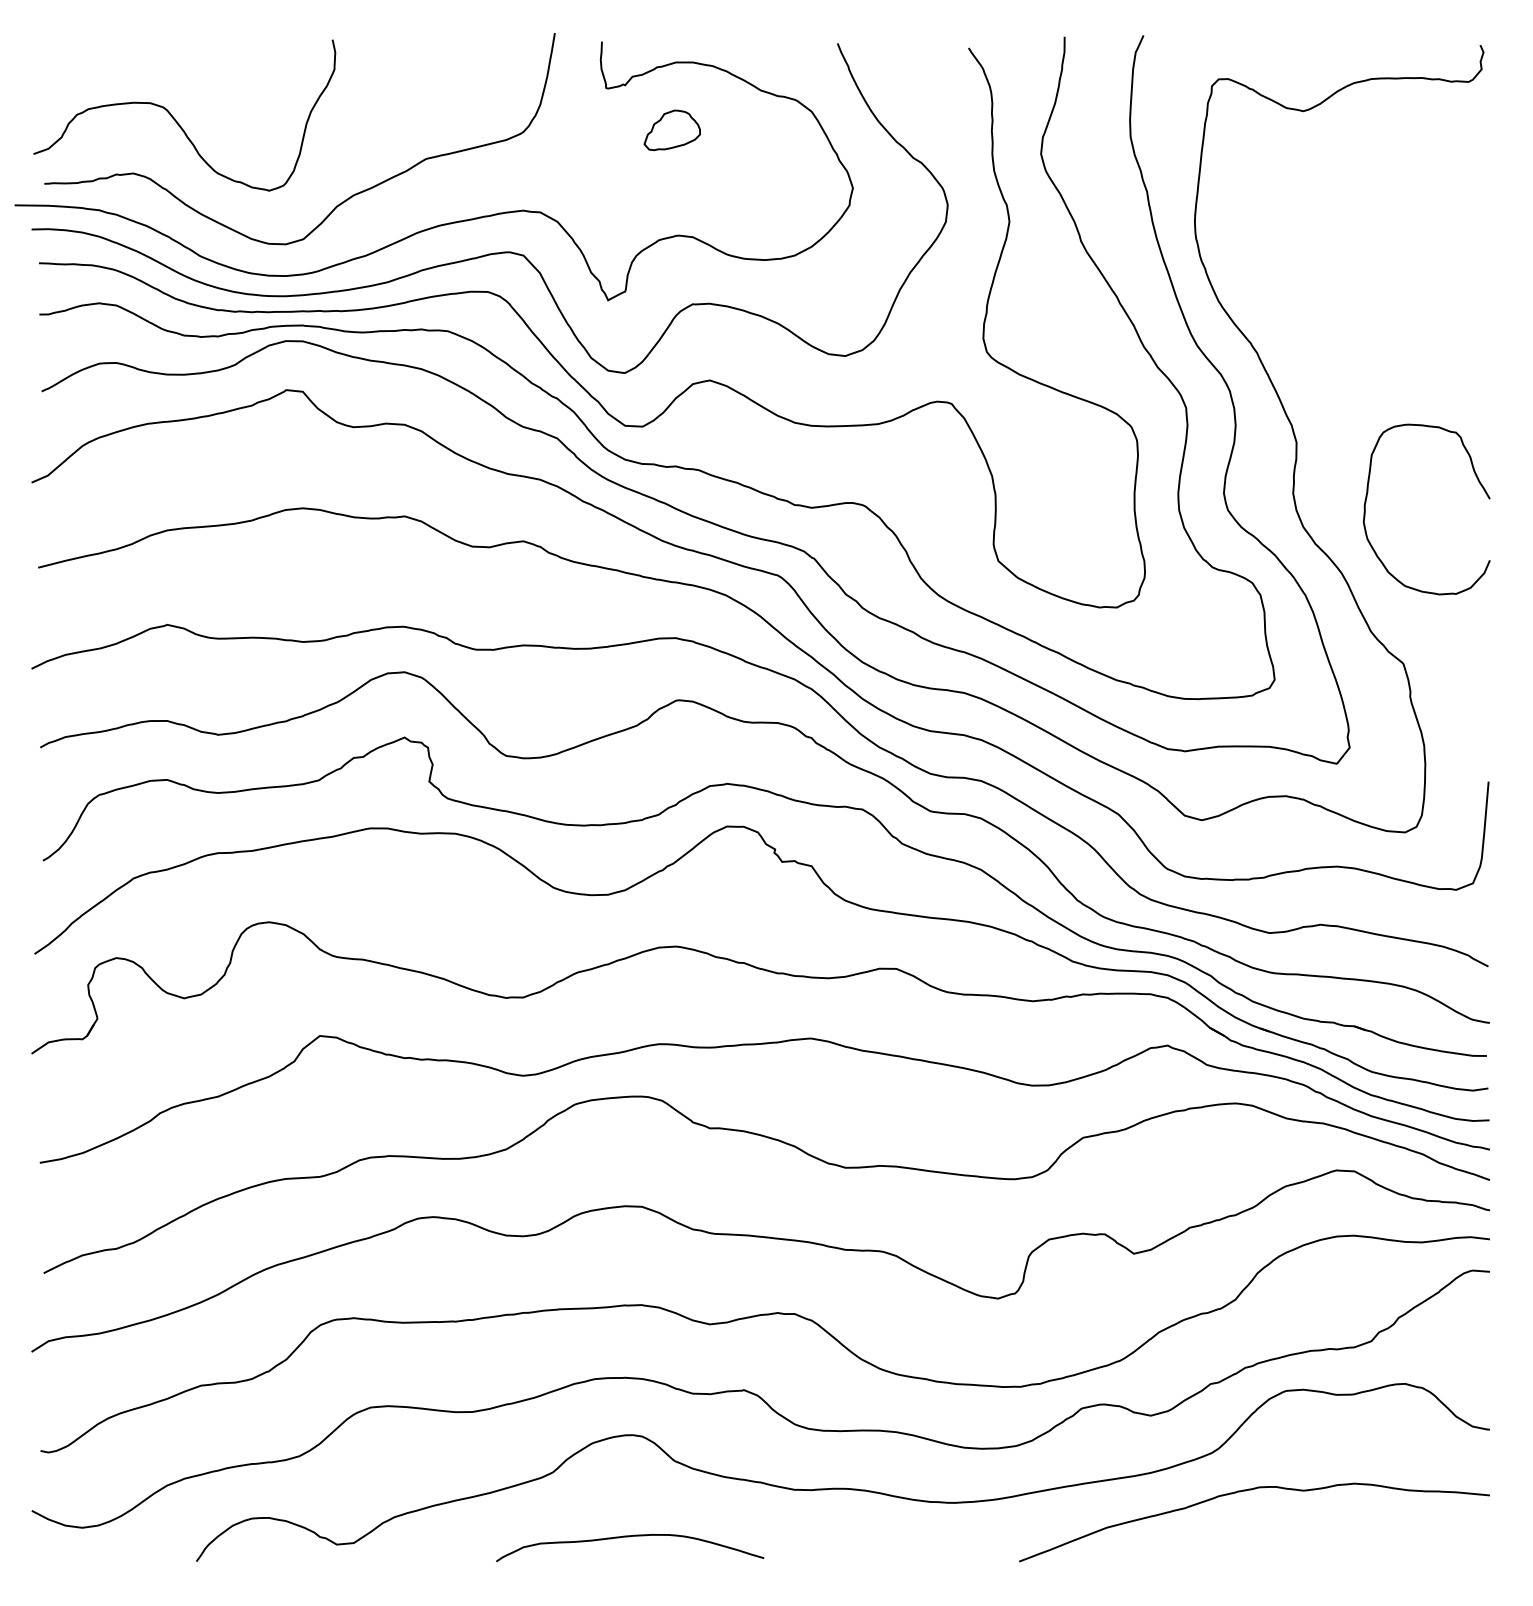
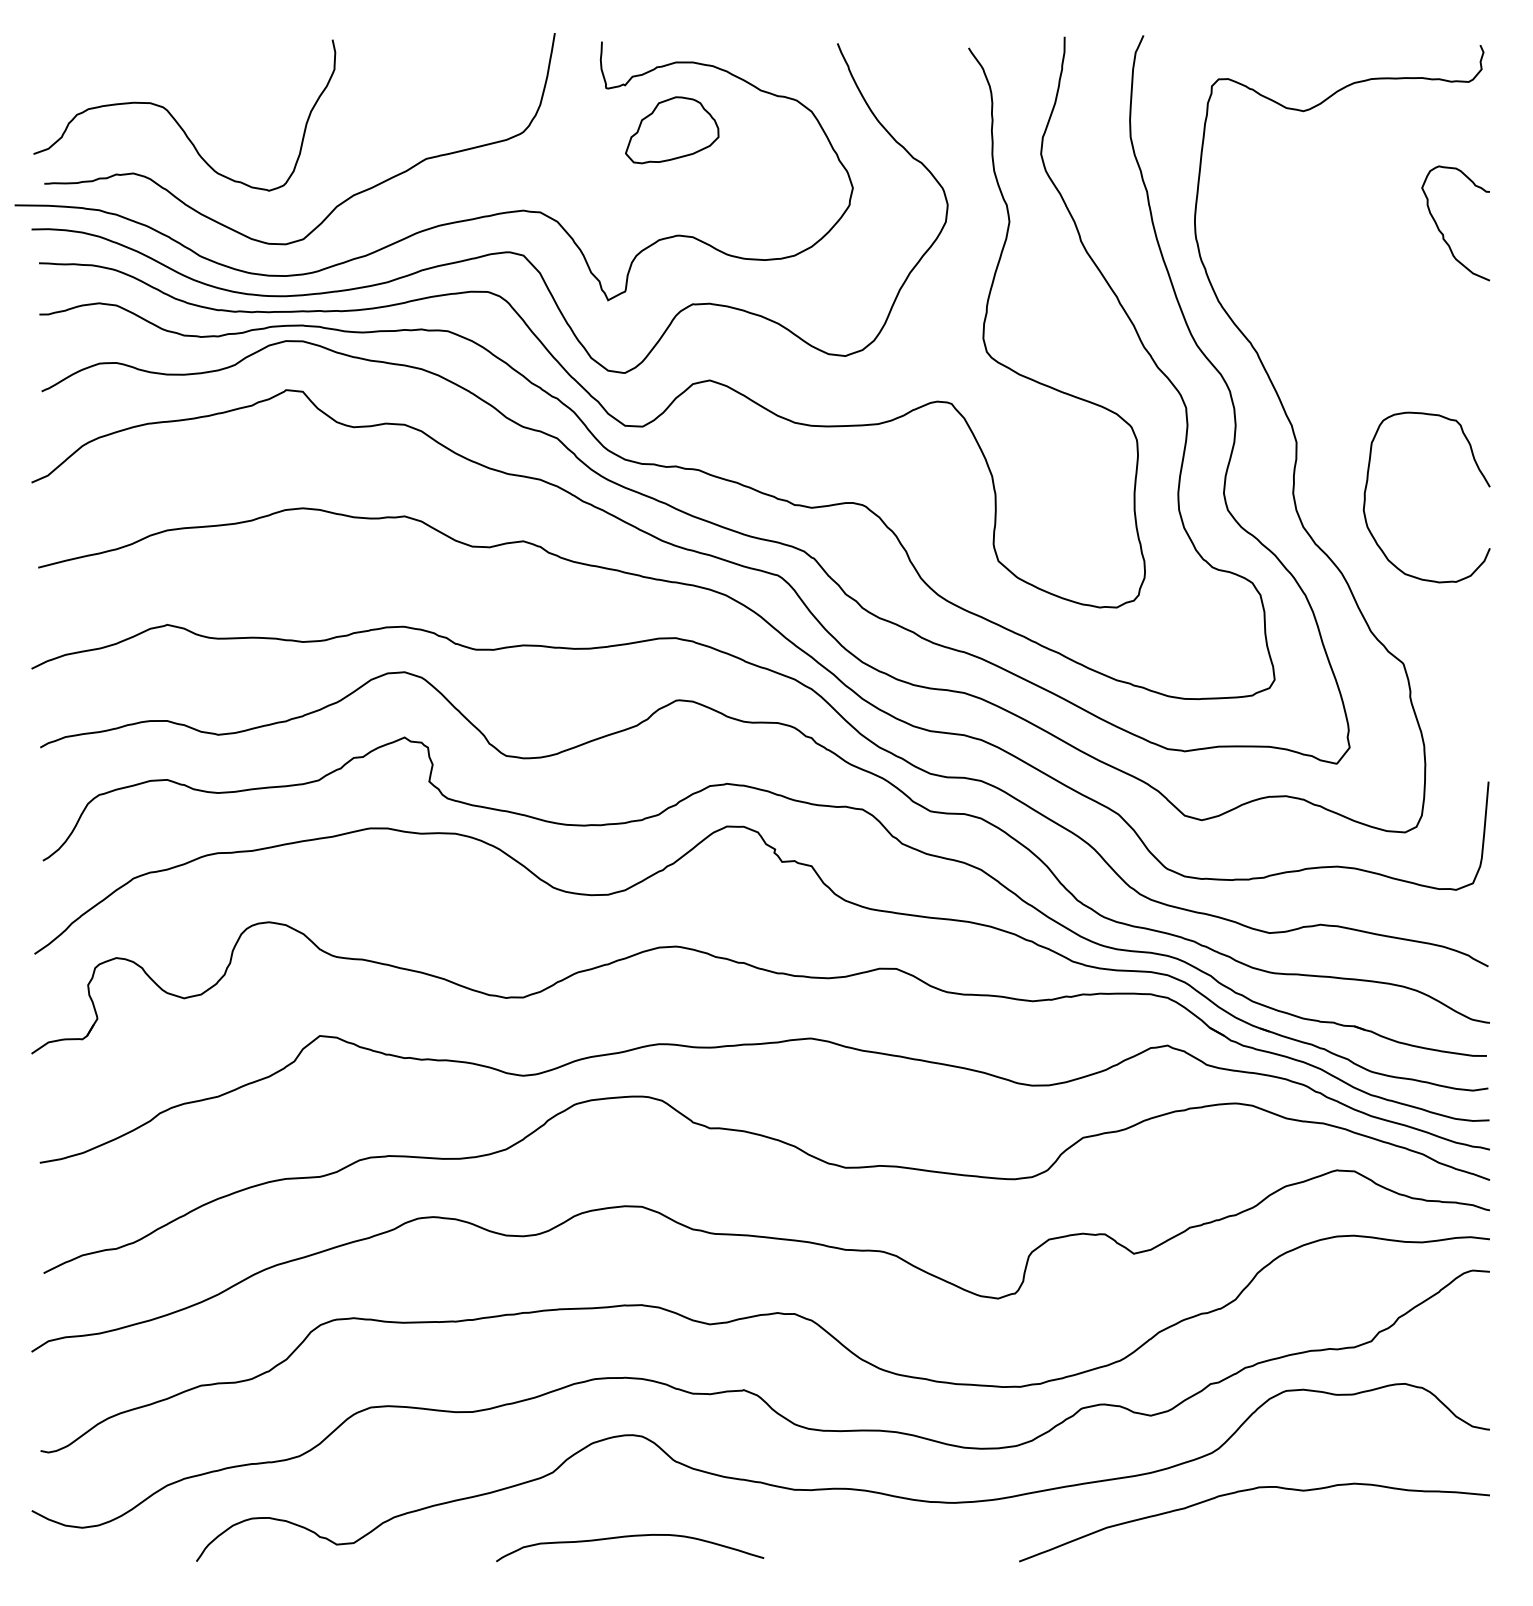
part at (671, 130) size: 58x43 px -> 95x69 px
curve at (1443, 233): none -> present
curve at (1478, 482) position: (1478, 482) -> (1478, 470)
